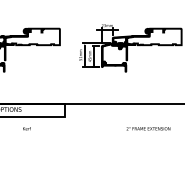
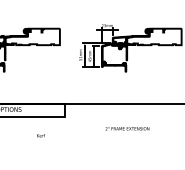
text at (26, 128) position: (26, 128) -> (40, 135)
text at (148, 128) position: (148, 128) -> (127, 128)
